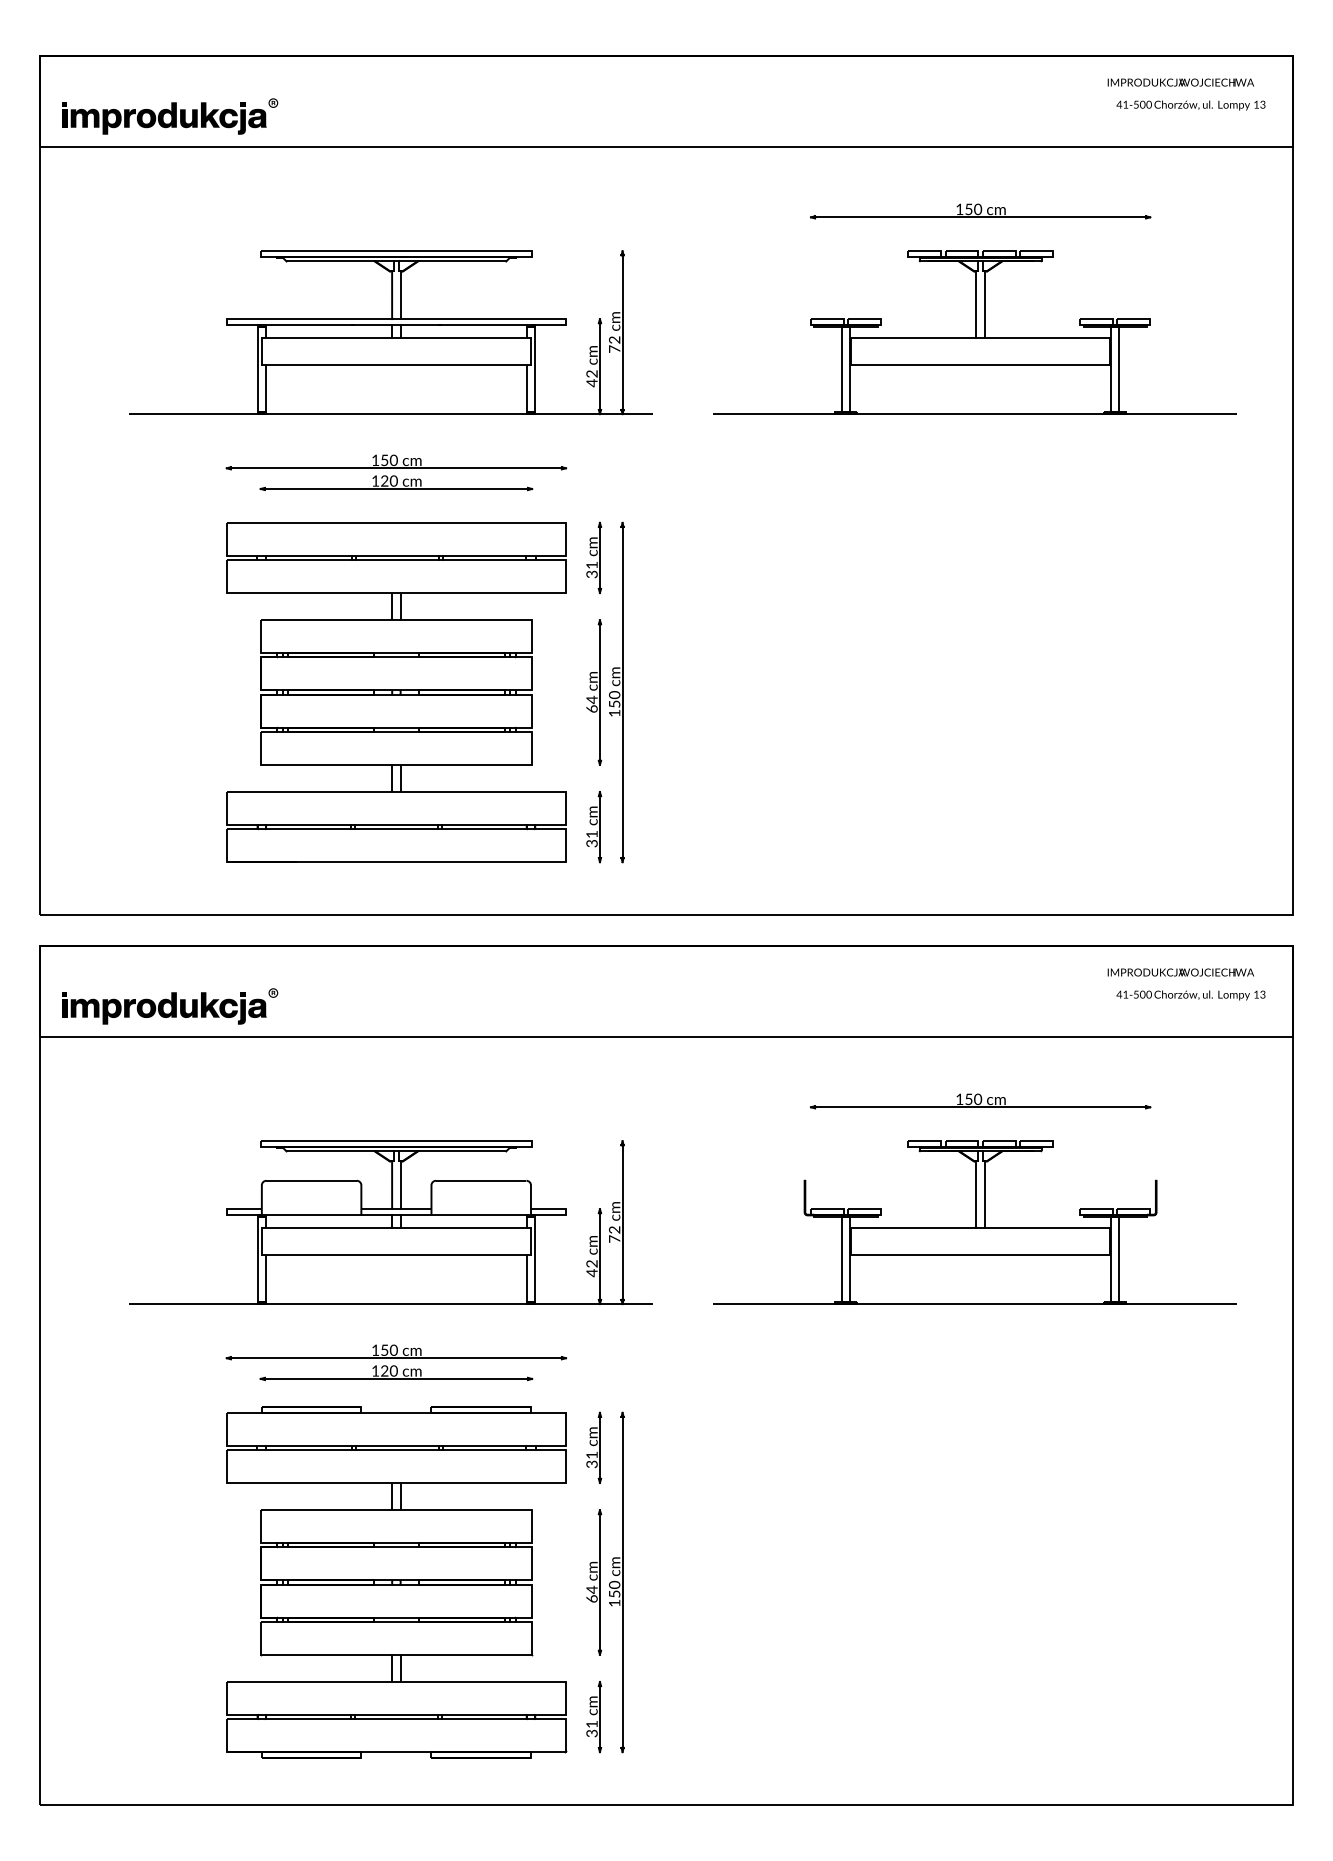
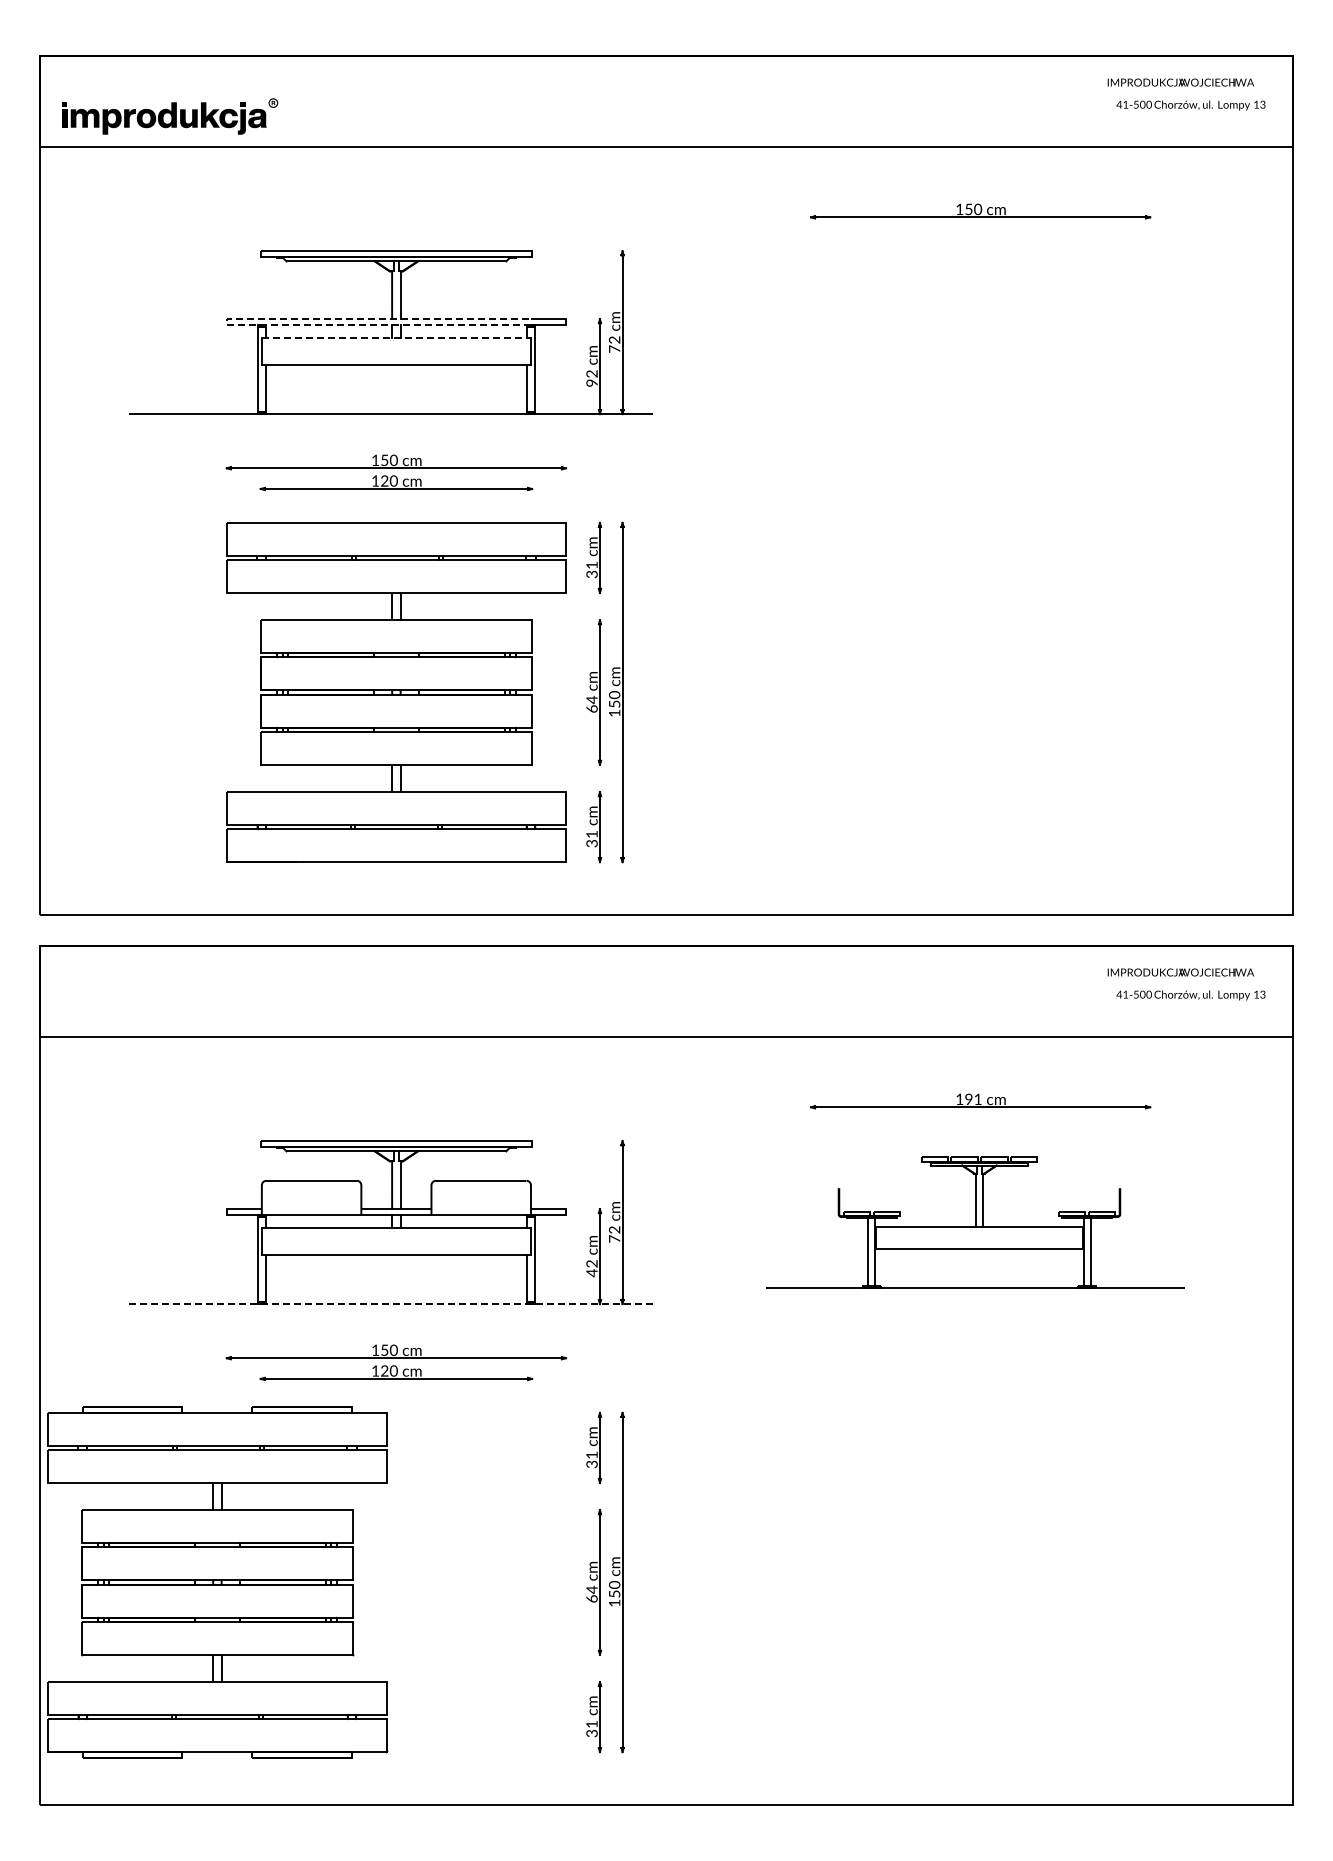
line at (226, 321): solid -> dashed
part at (974, 332): present -> none
line at (396, 338): solid -> dashed
text at (591, 383): 42 -> 92
part at (170, 1006): present -> none
text at (973, 1099): 150 -> 191
part at (974, 1222) size: 524x165 px -> 419x133 px
line at (390, 1304): solid -> dashed
part at (396, 1582) position: (396, 1582) -> (217, 1582)
